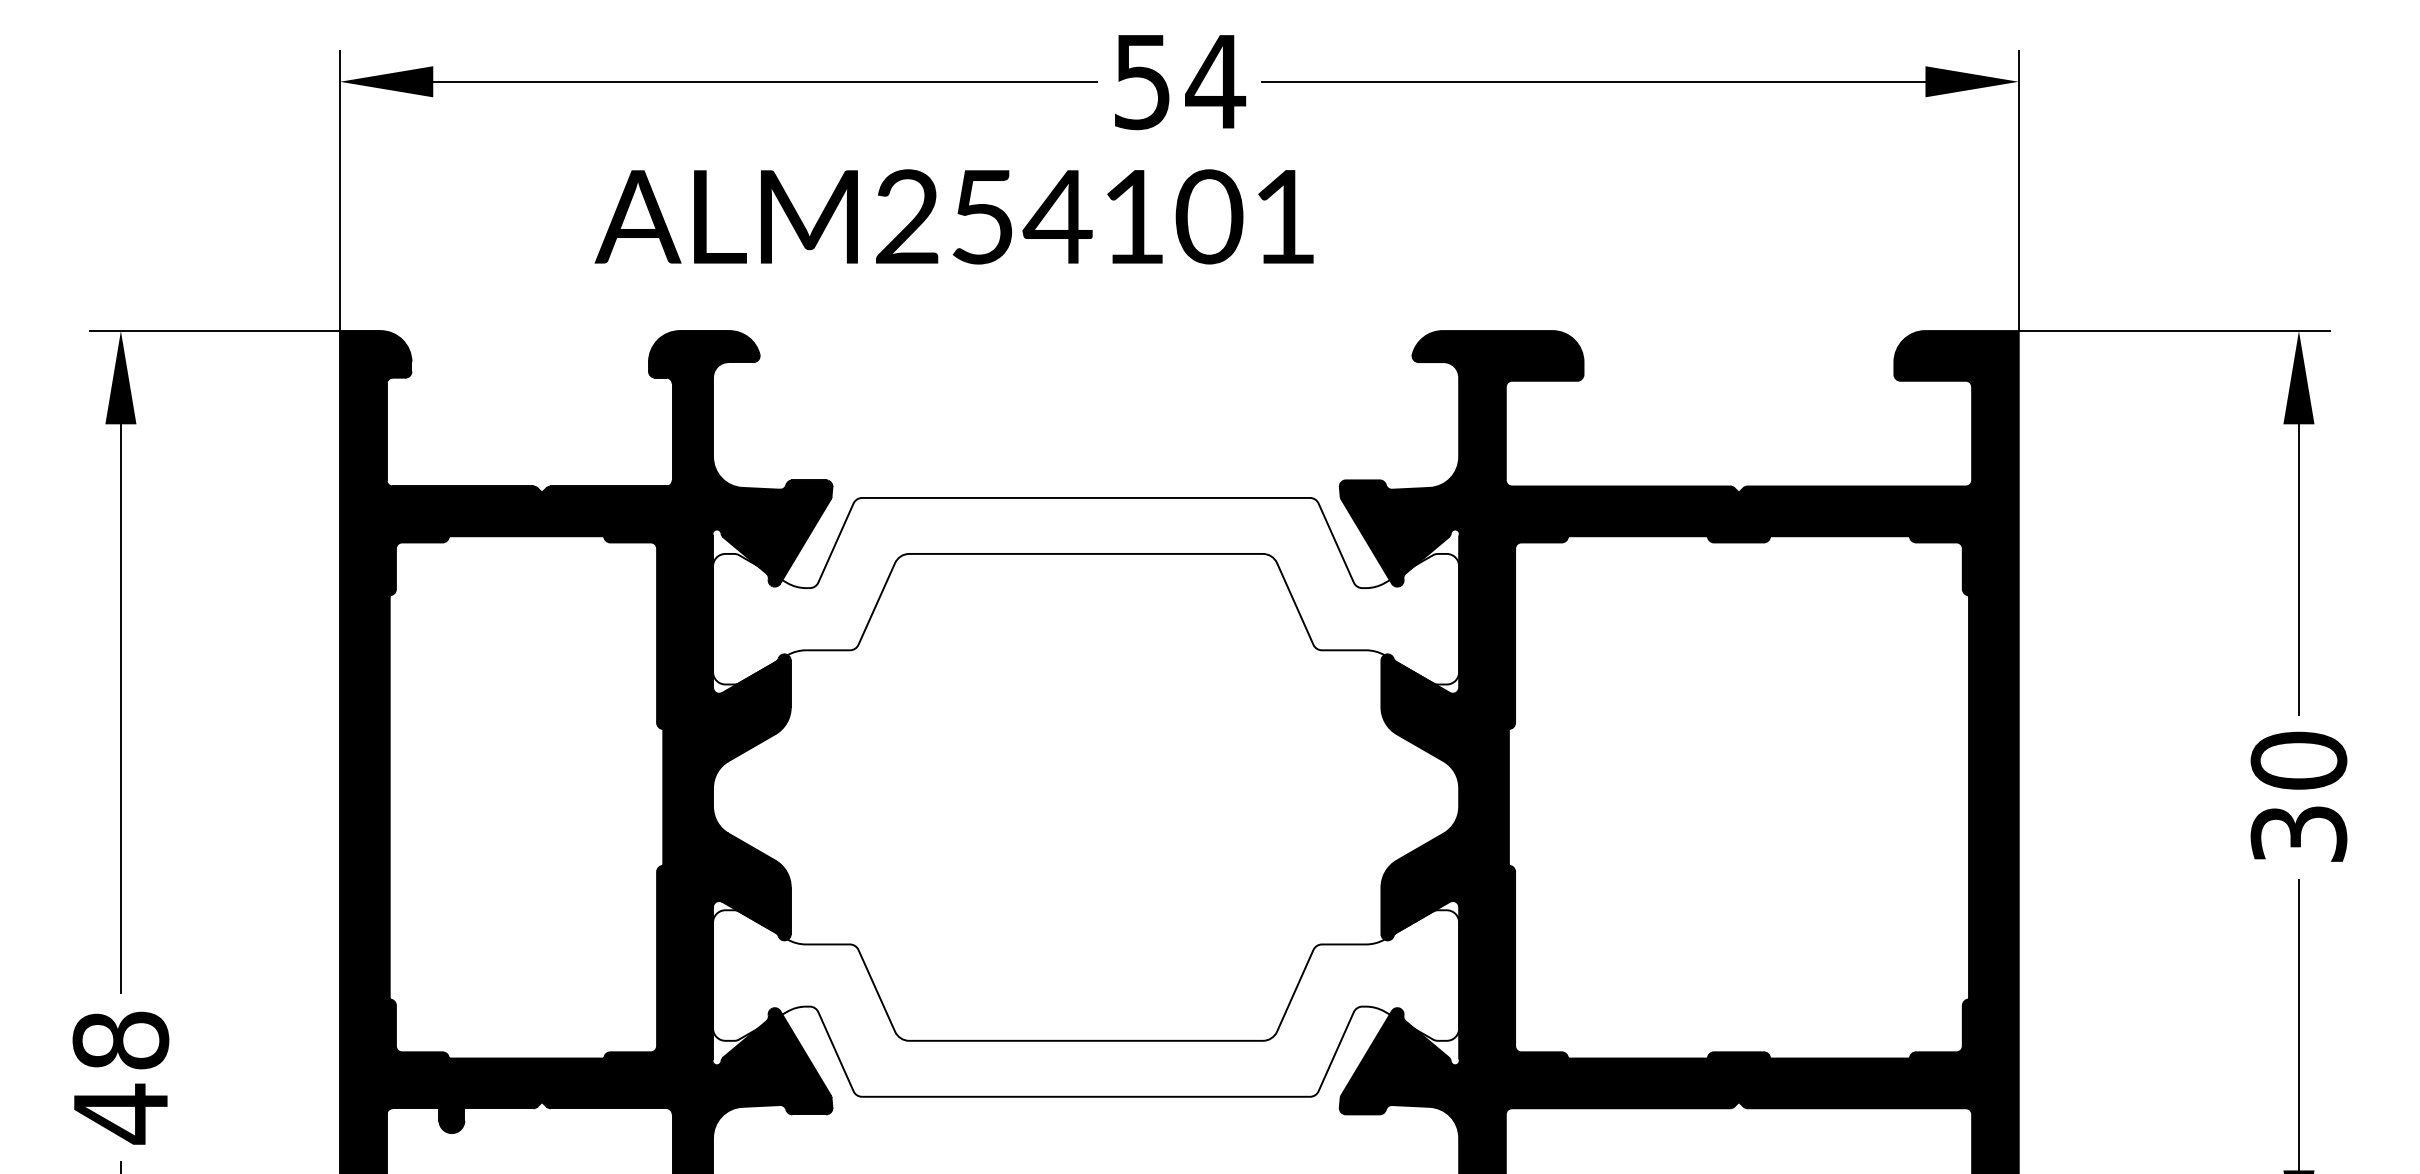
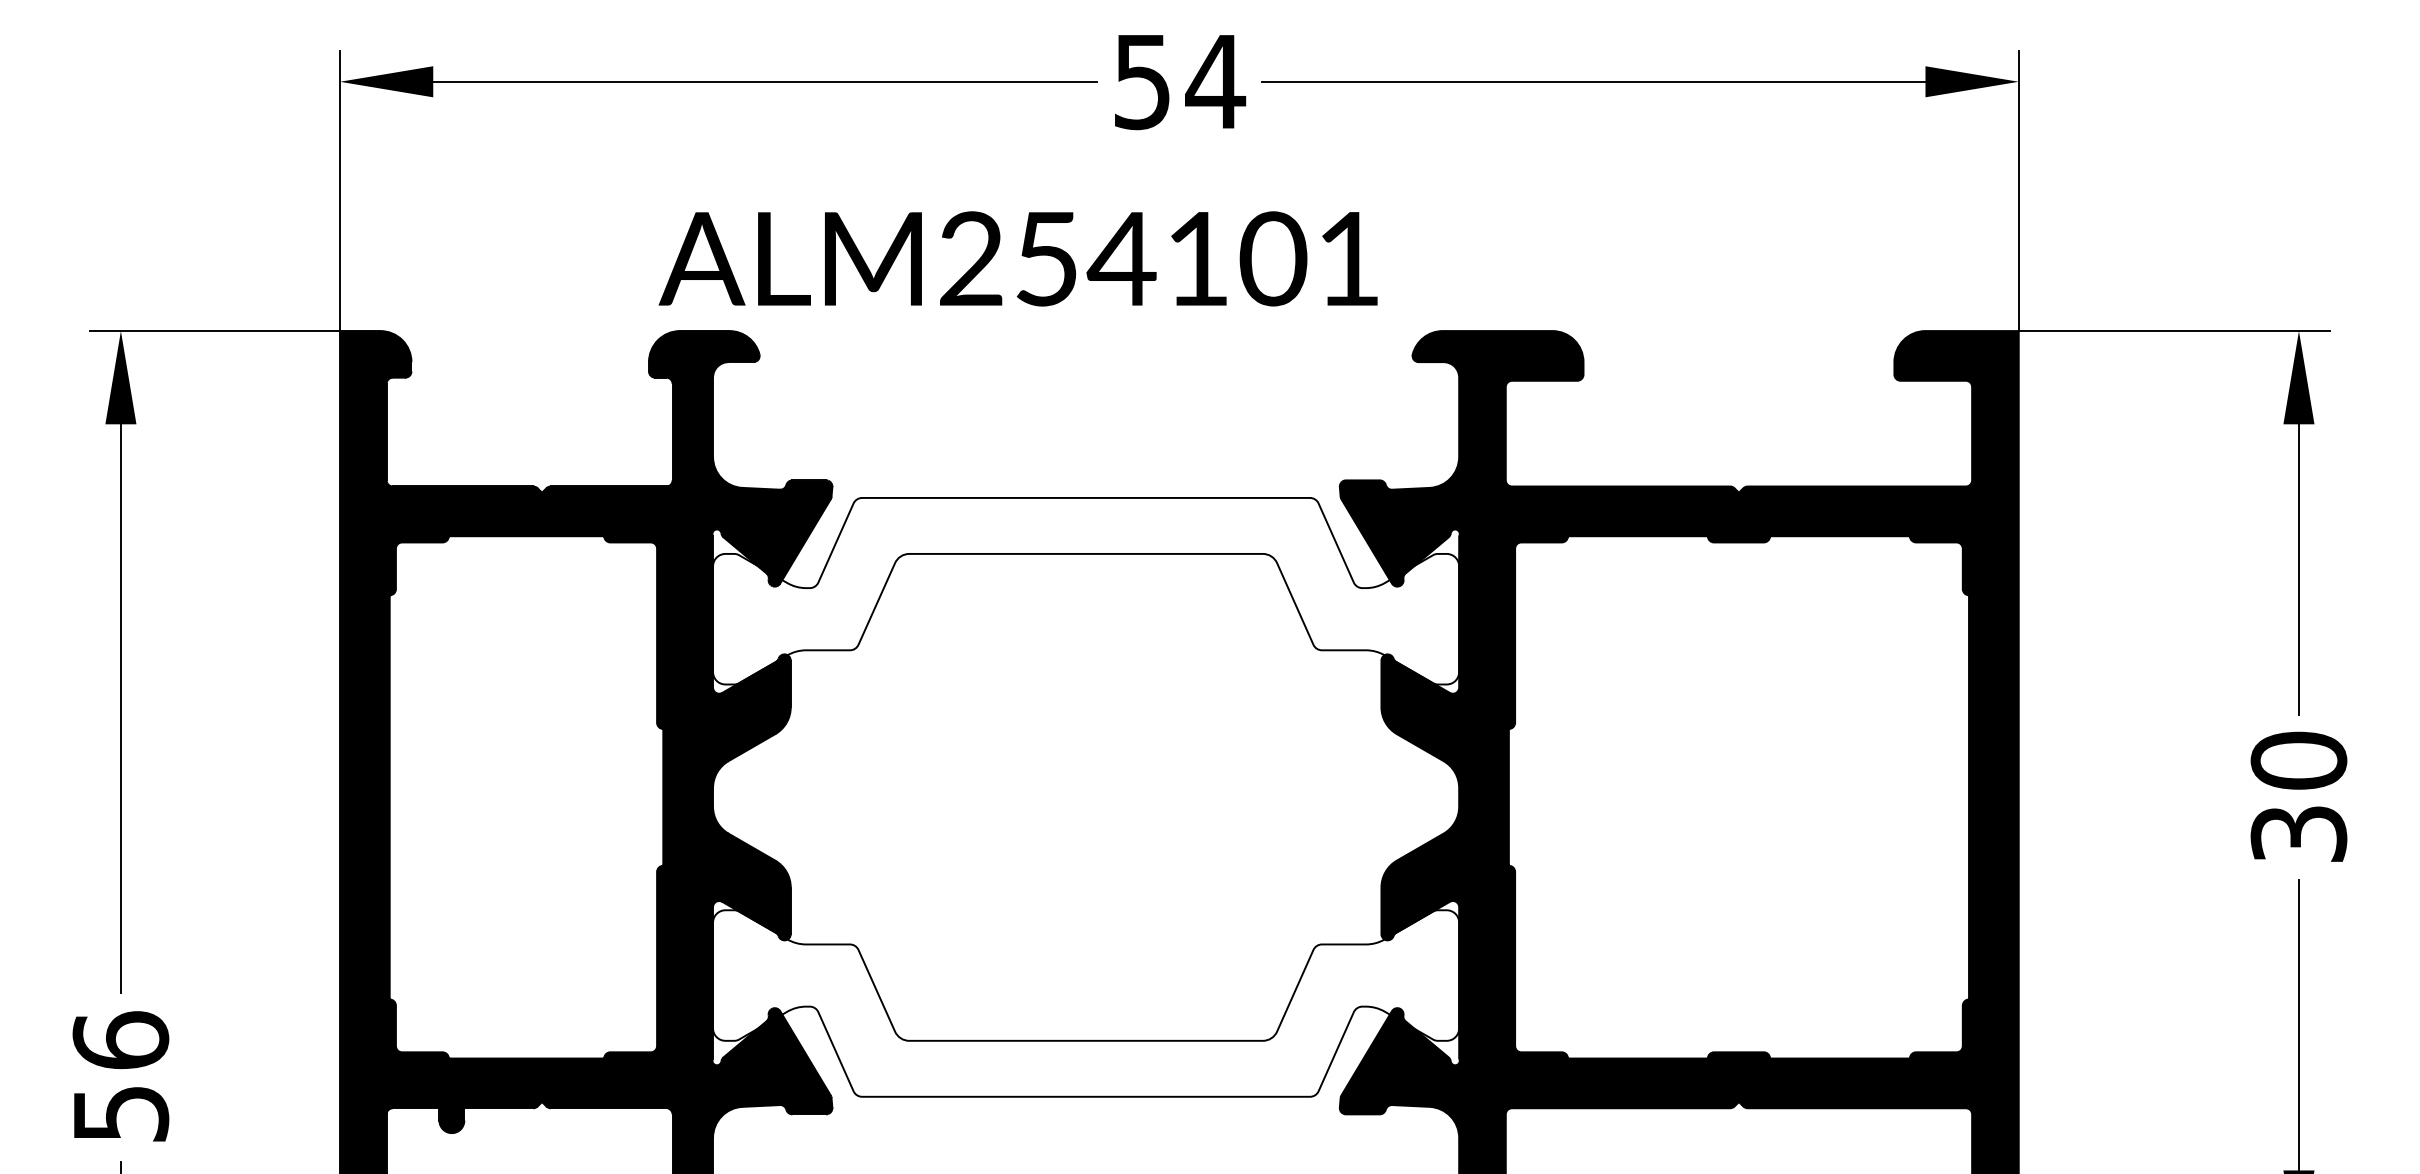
text at (953, 216) position: (953, 216) -> (1017, 258)
text at (120, 1077): 48 -> 56
